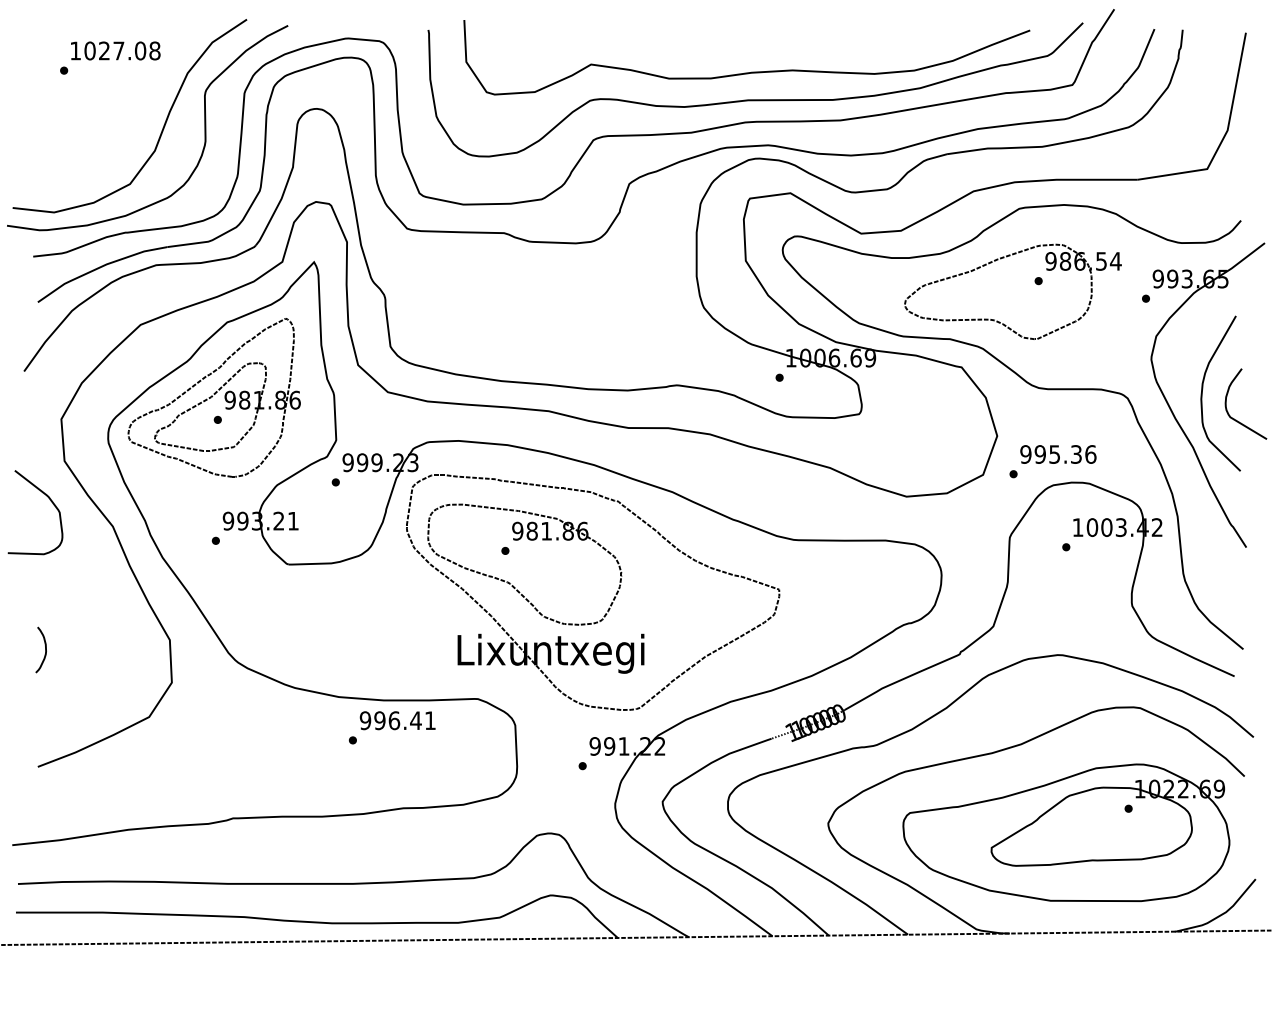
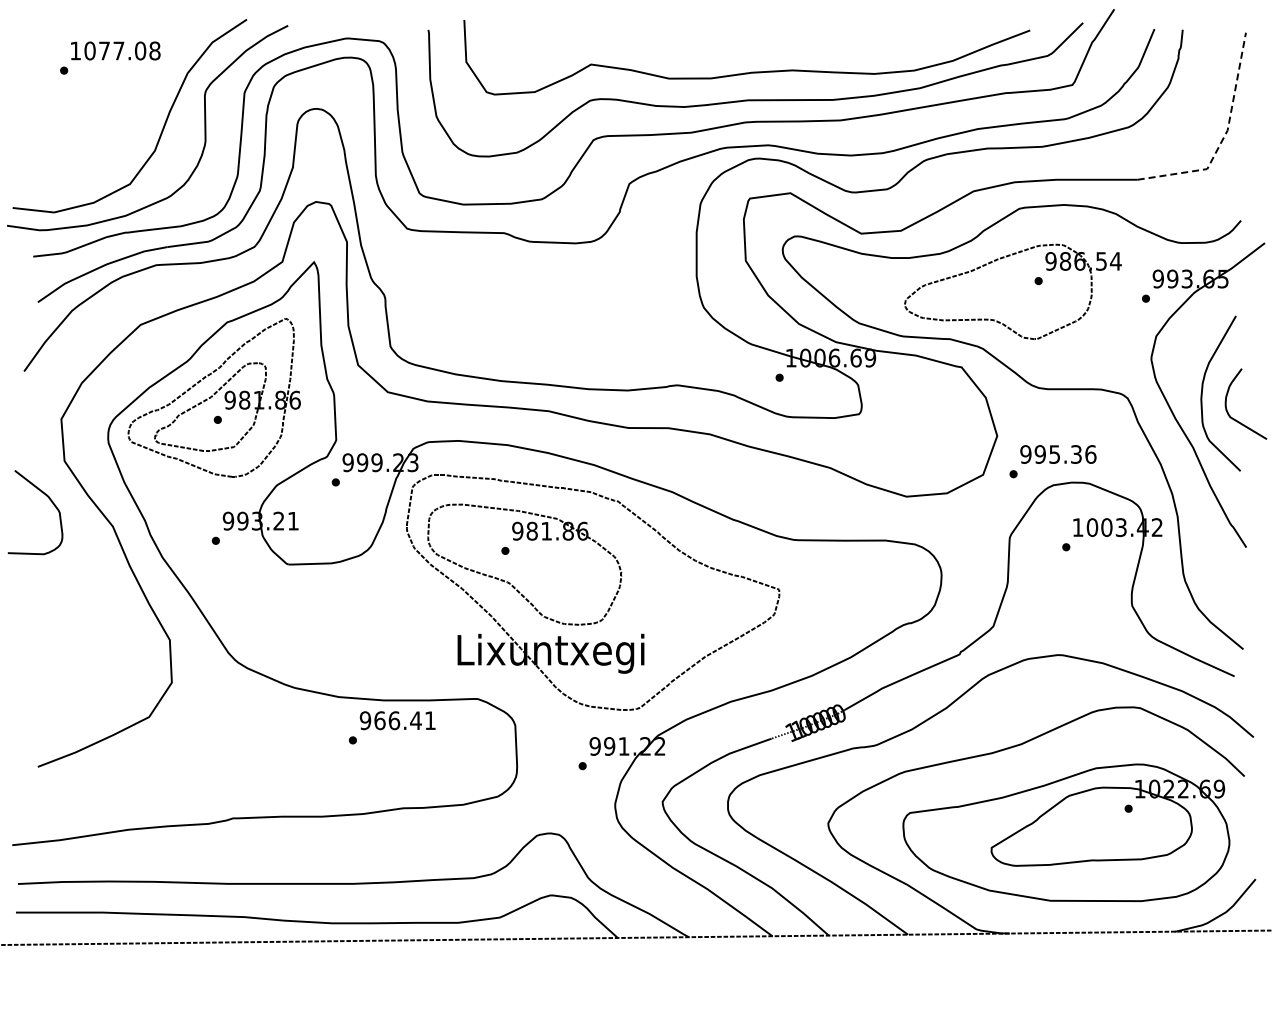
text at (104, 50): 1027.08 -> 1077.08
line at (1224, 136): solid -> dashed
curve at (45, 649): present -> none
text at (379, 720): 996.41 -> 966.41
